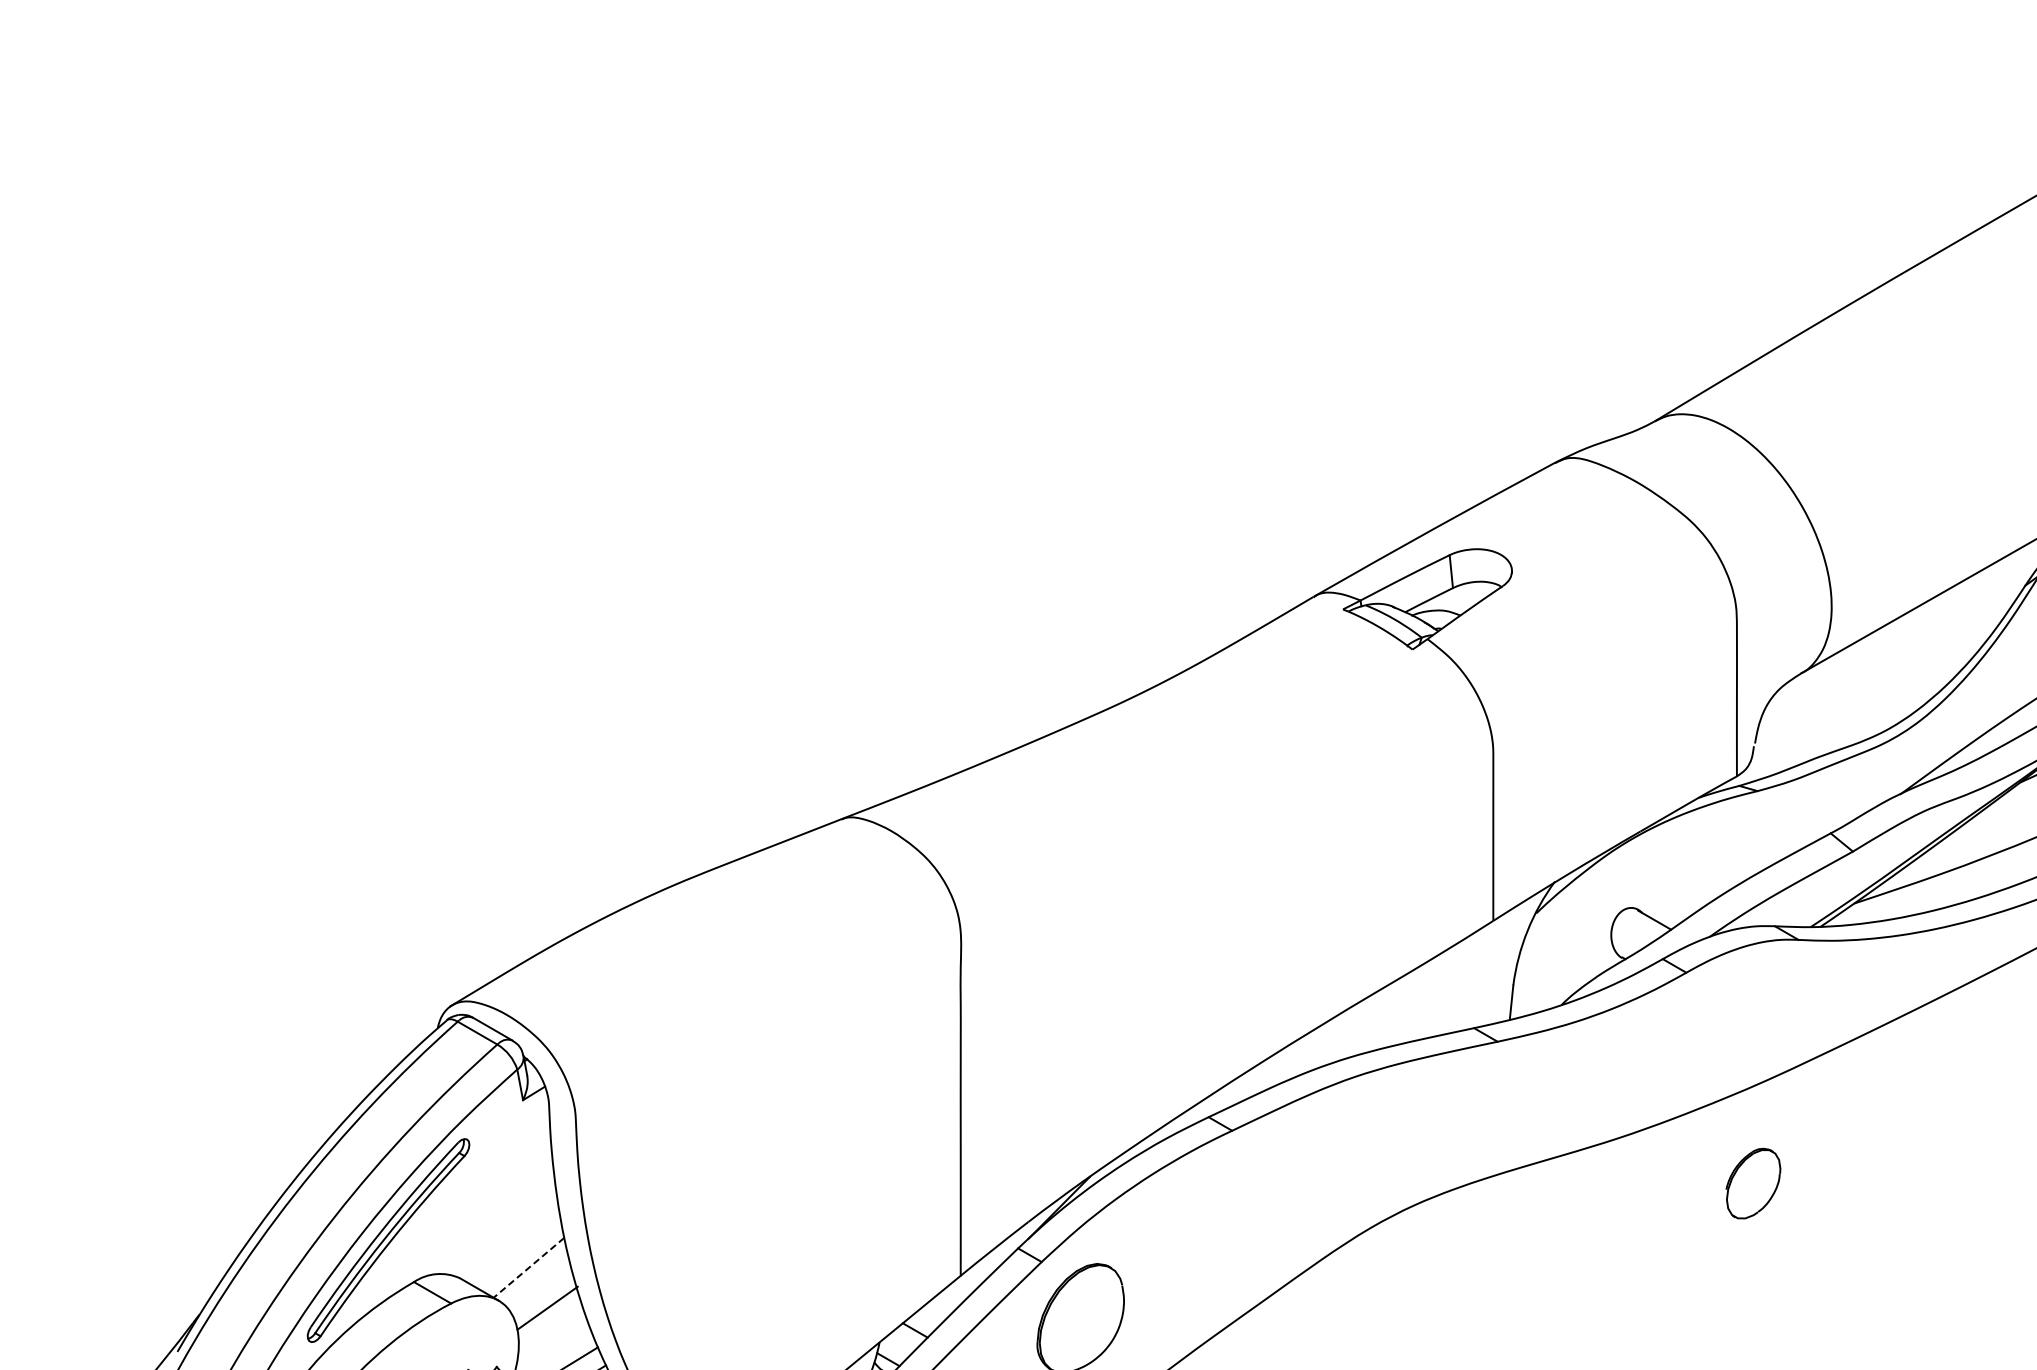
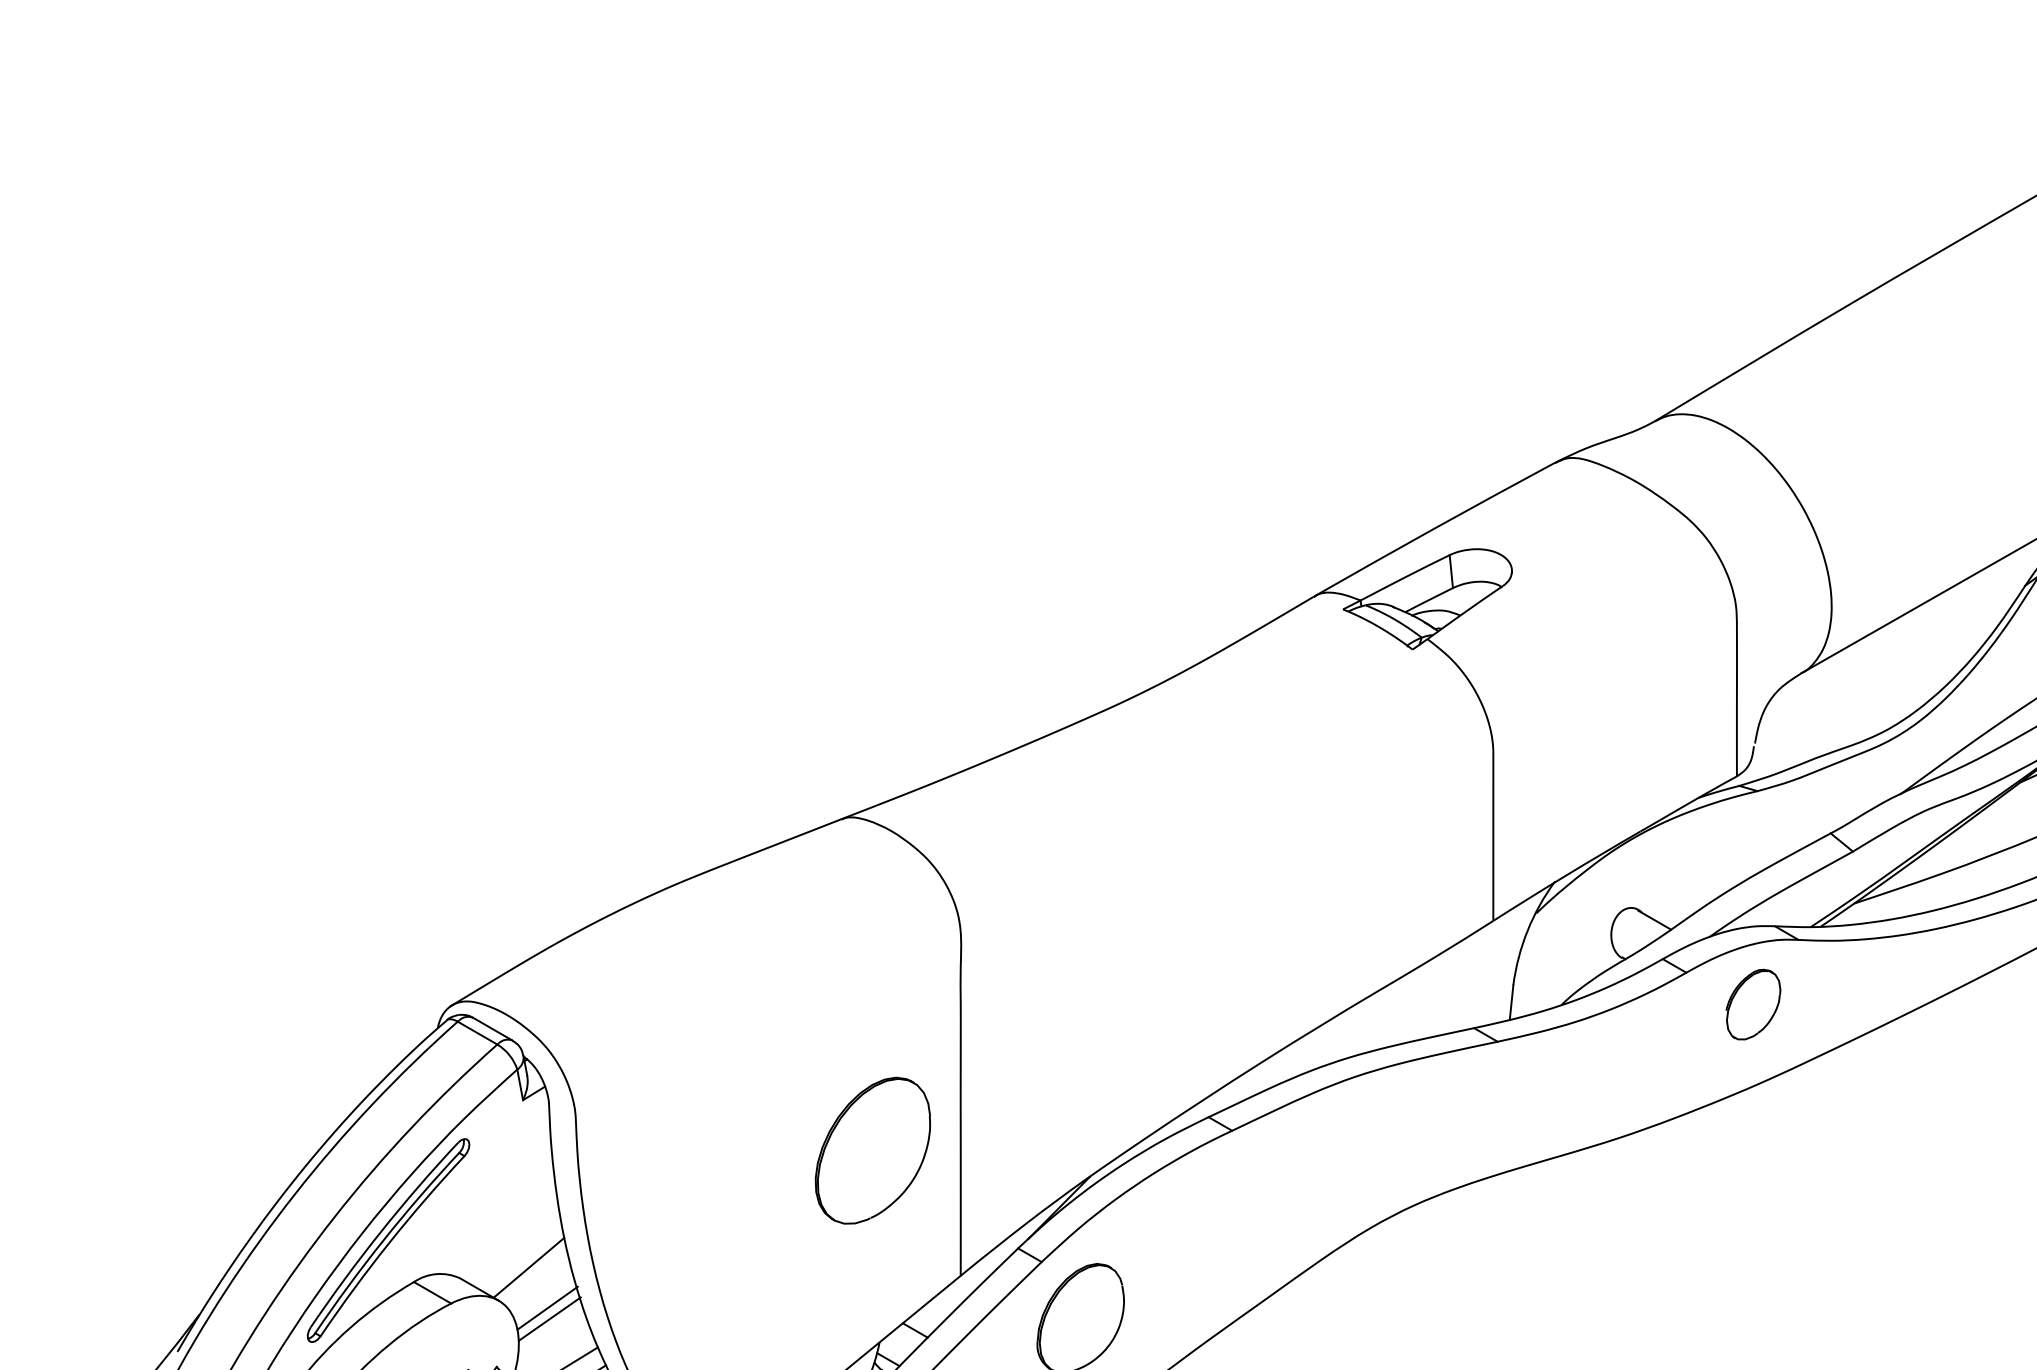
part at (872, 1150): none -> present
part at (1753, 1183) position: (1753, 1183) -> (1753, 1004)
line at (528, 1268): dashed -> solid
line at (549, 1318): none -> present
